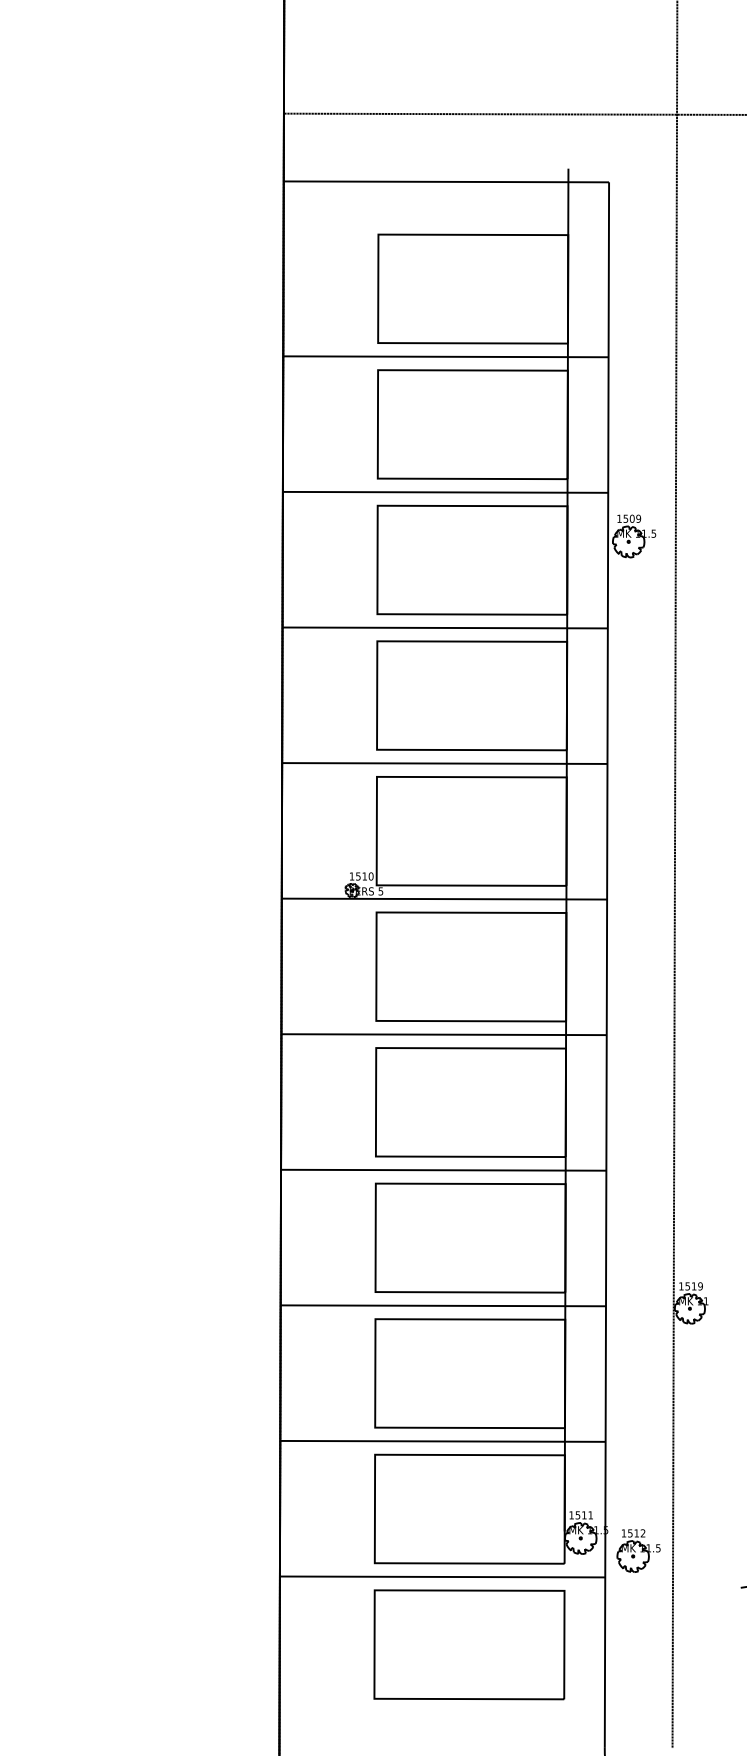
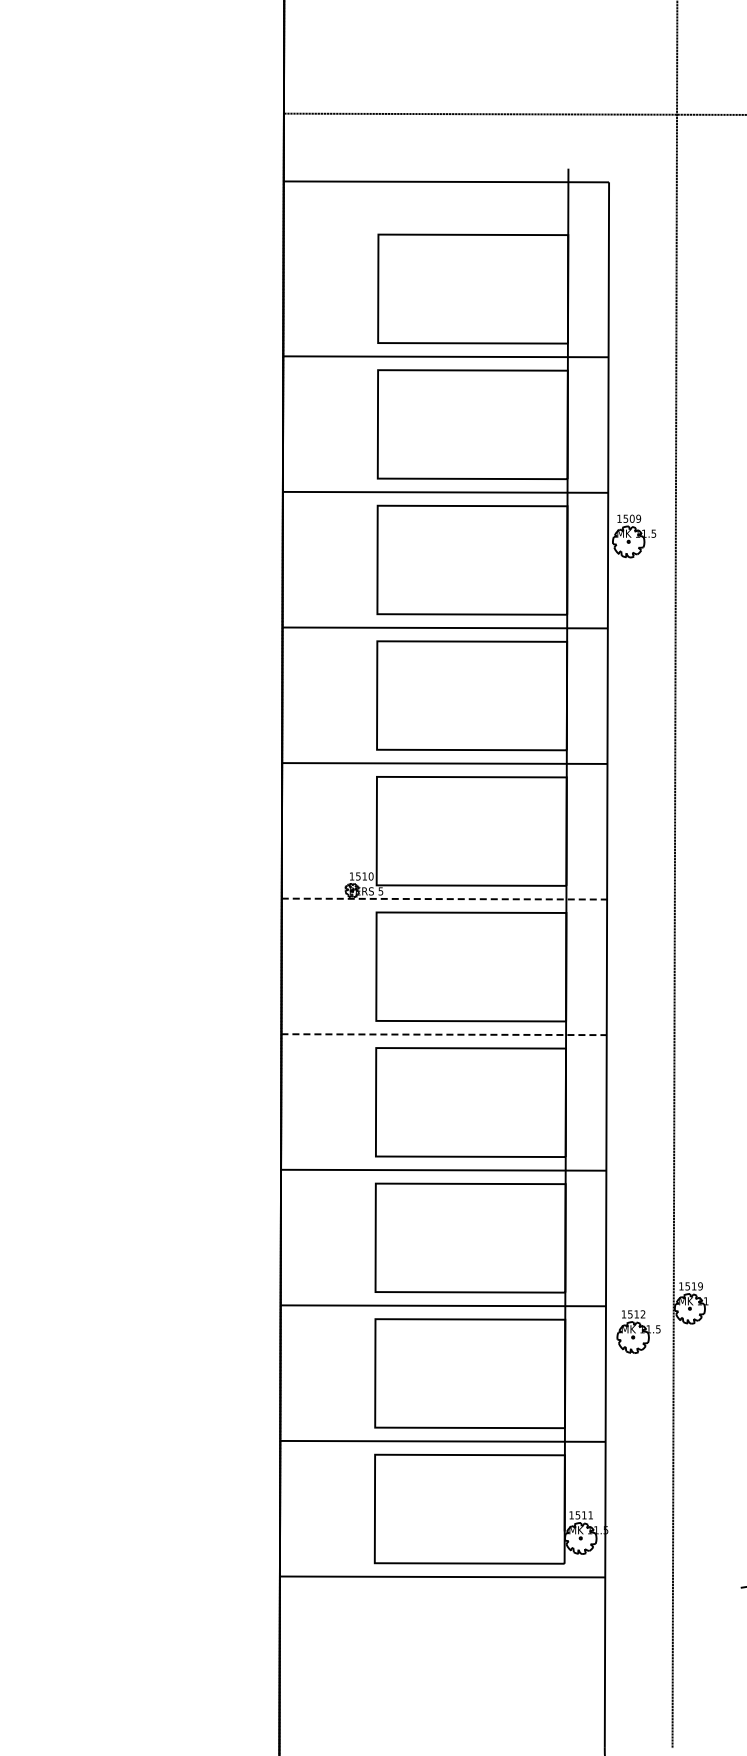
line at (444, 899): solid -> dashed
line at (444, 1034): solid -> dashed
part at (638, 1550) position: (638, 1550) -> (638, 1331)
part at (469, 1644): present -> none
